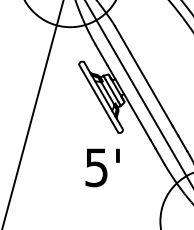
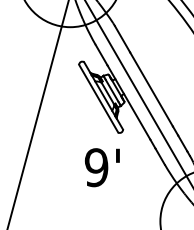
line at (32, 114) position: (32, 114) -> (38, 114)
text at (96, 167): 5' -> 9'
